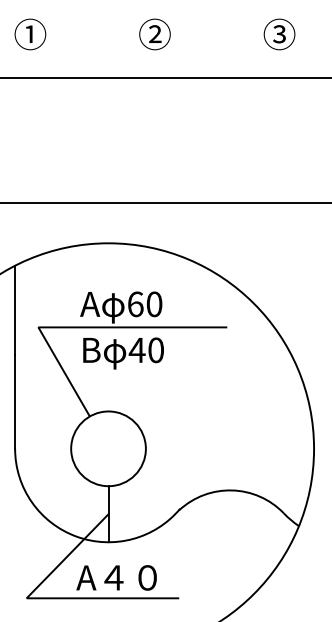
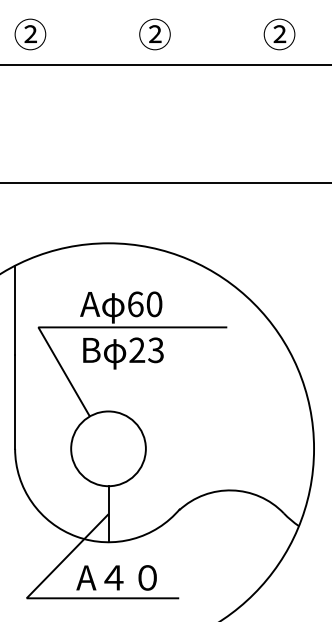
text at (30, 33): ① -> ②
text at (279, 34): ③ -> ②
line at (165, 78) position: (165, 78) -> (165, 65)
line at (165, 202) position: (165, 202) -> (165, 182)
text at (145, 350): 40 -> 23
